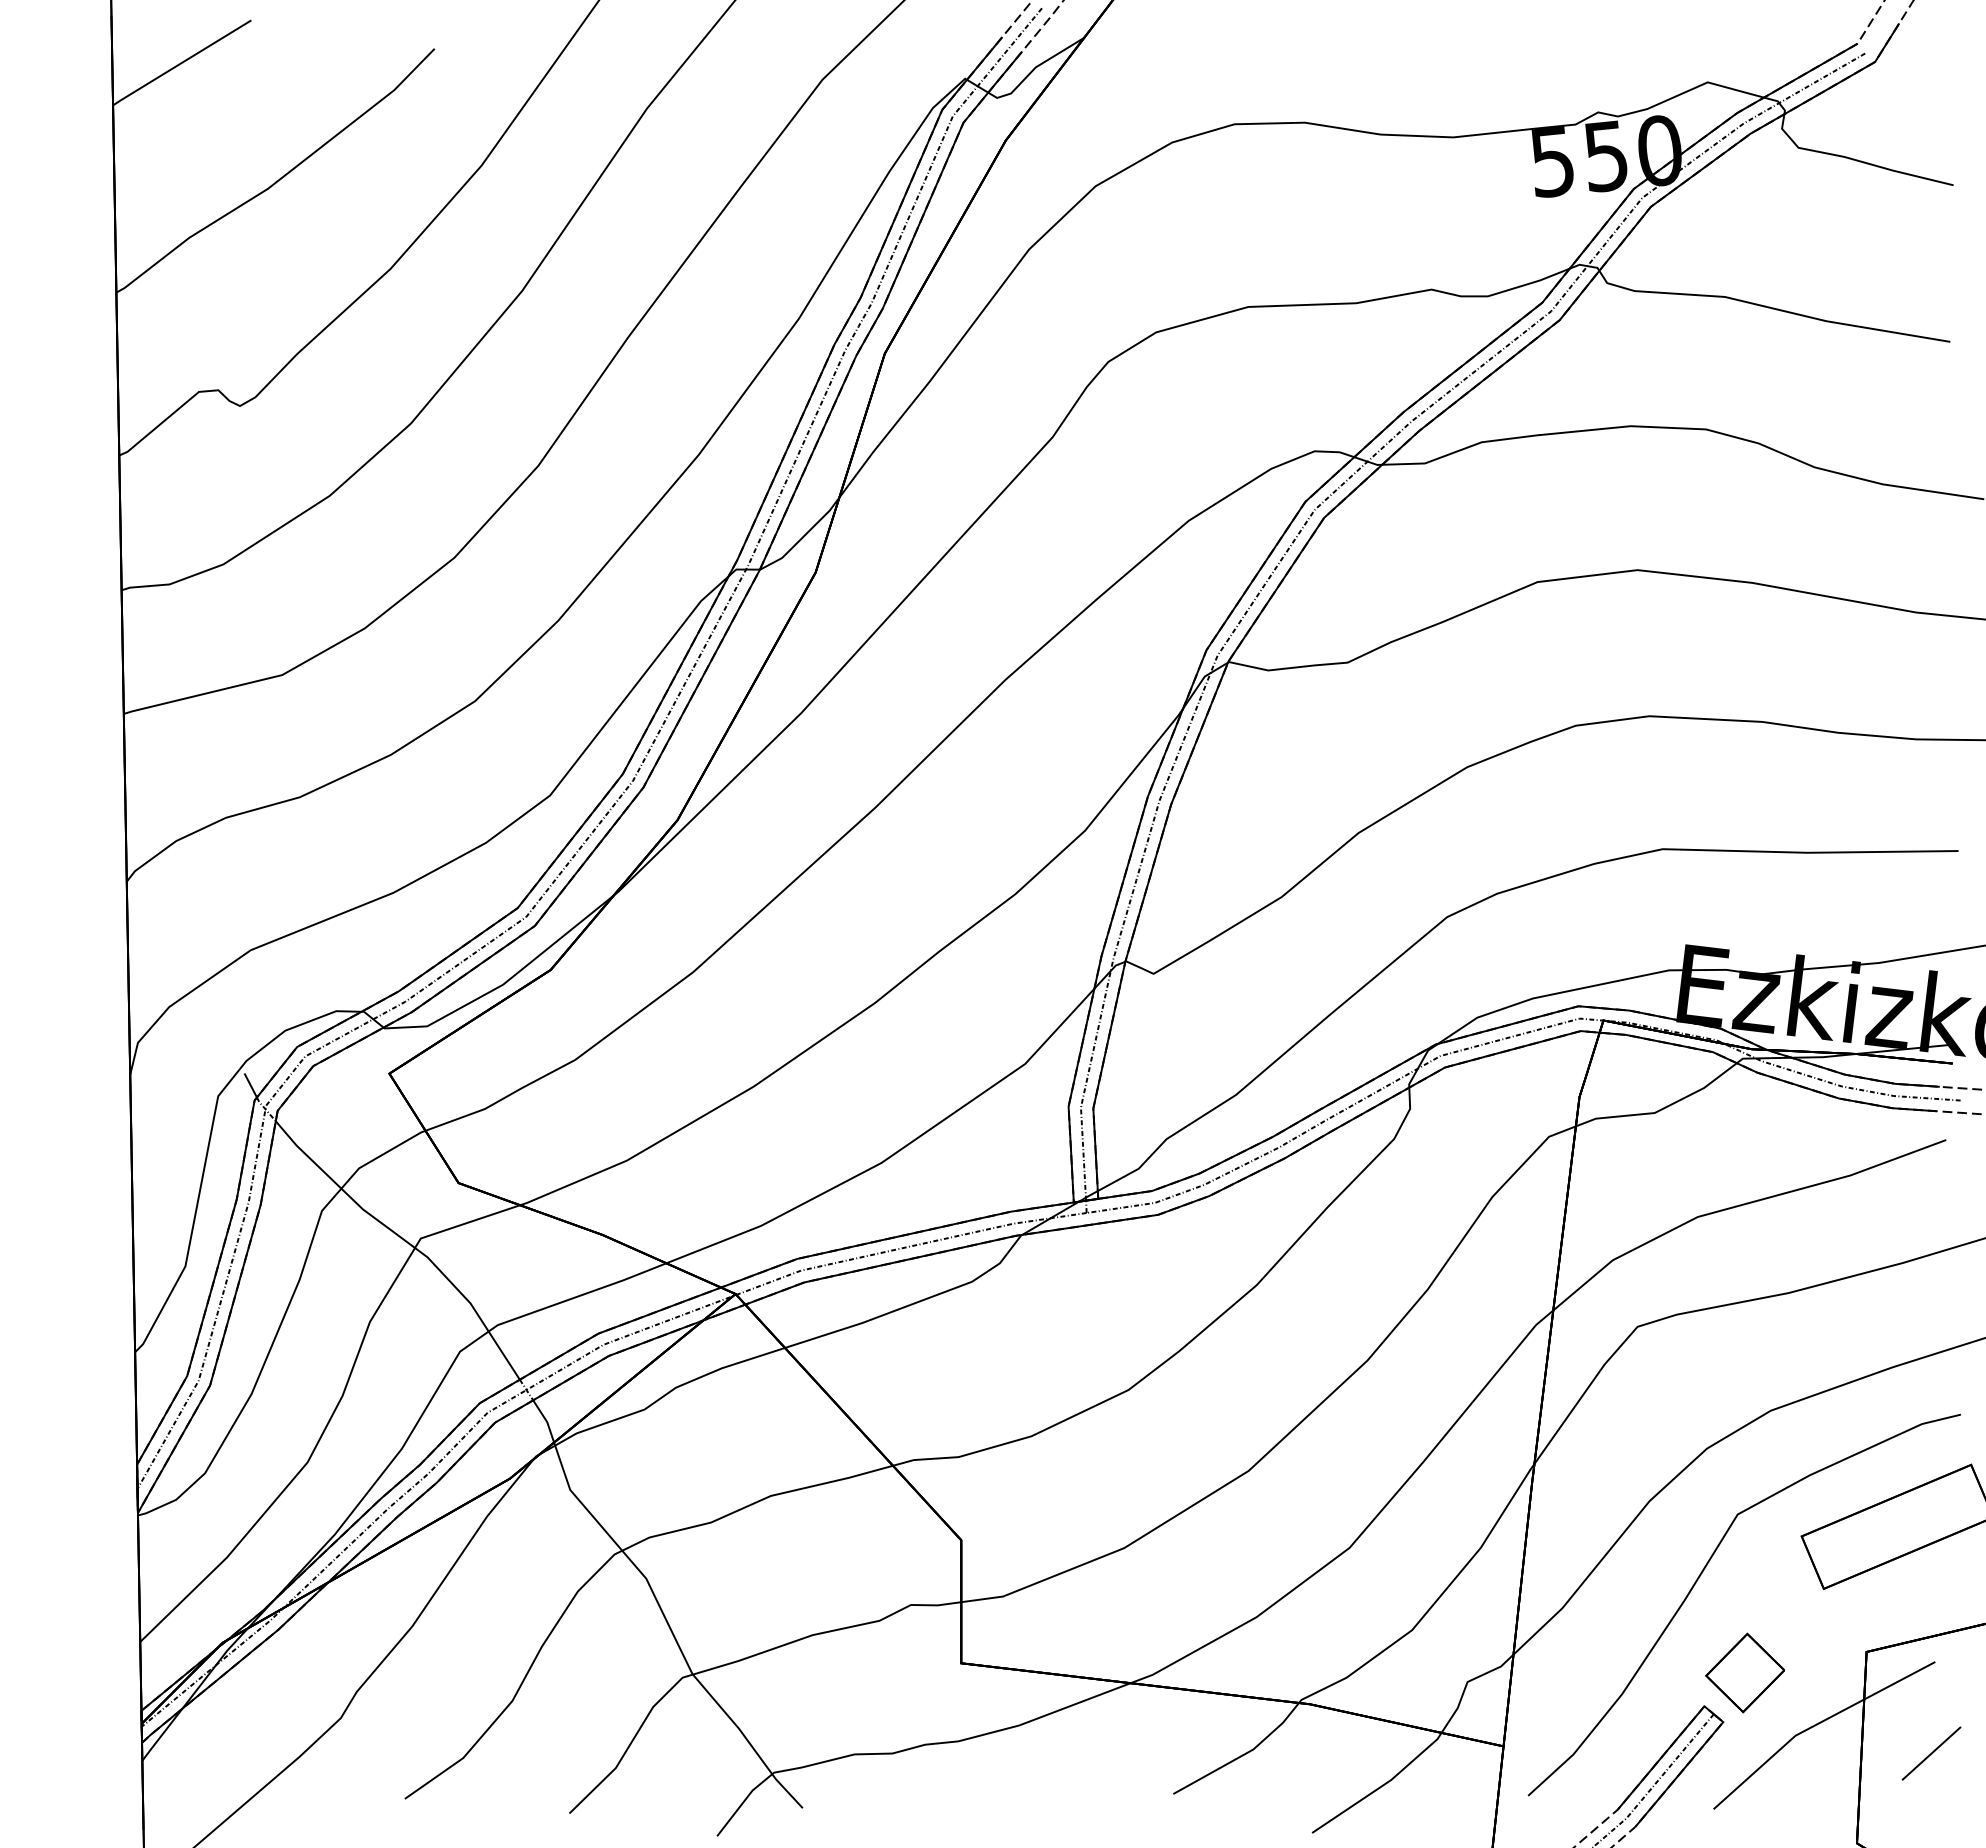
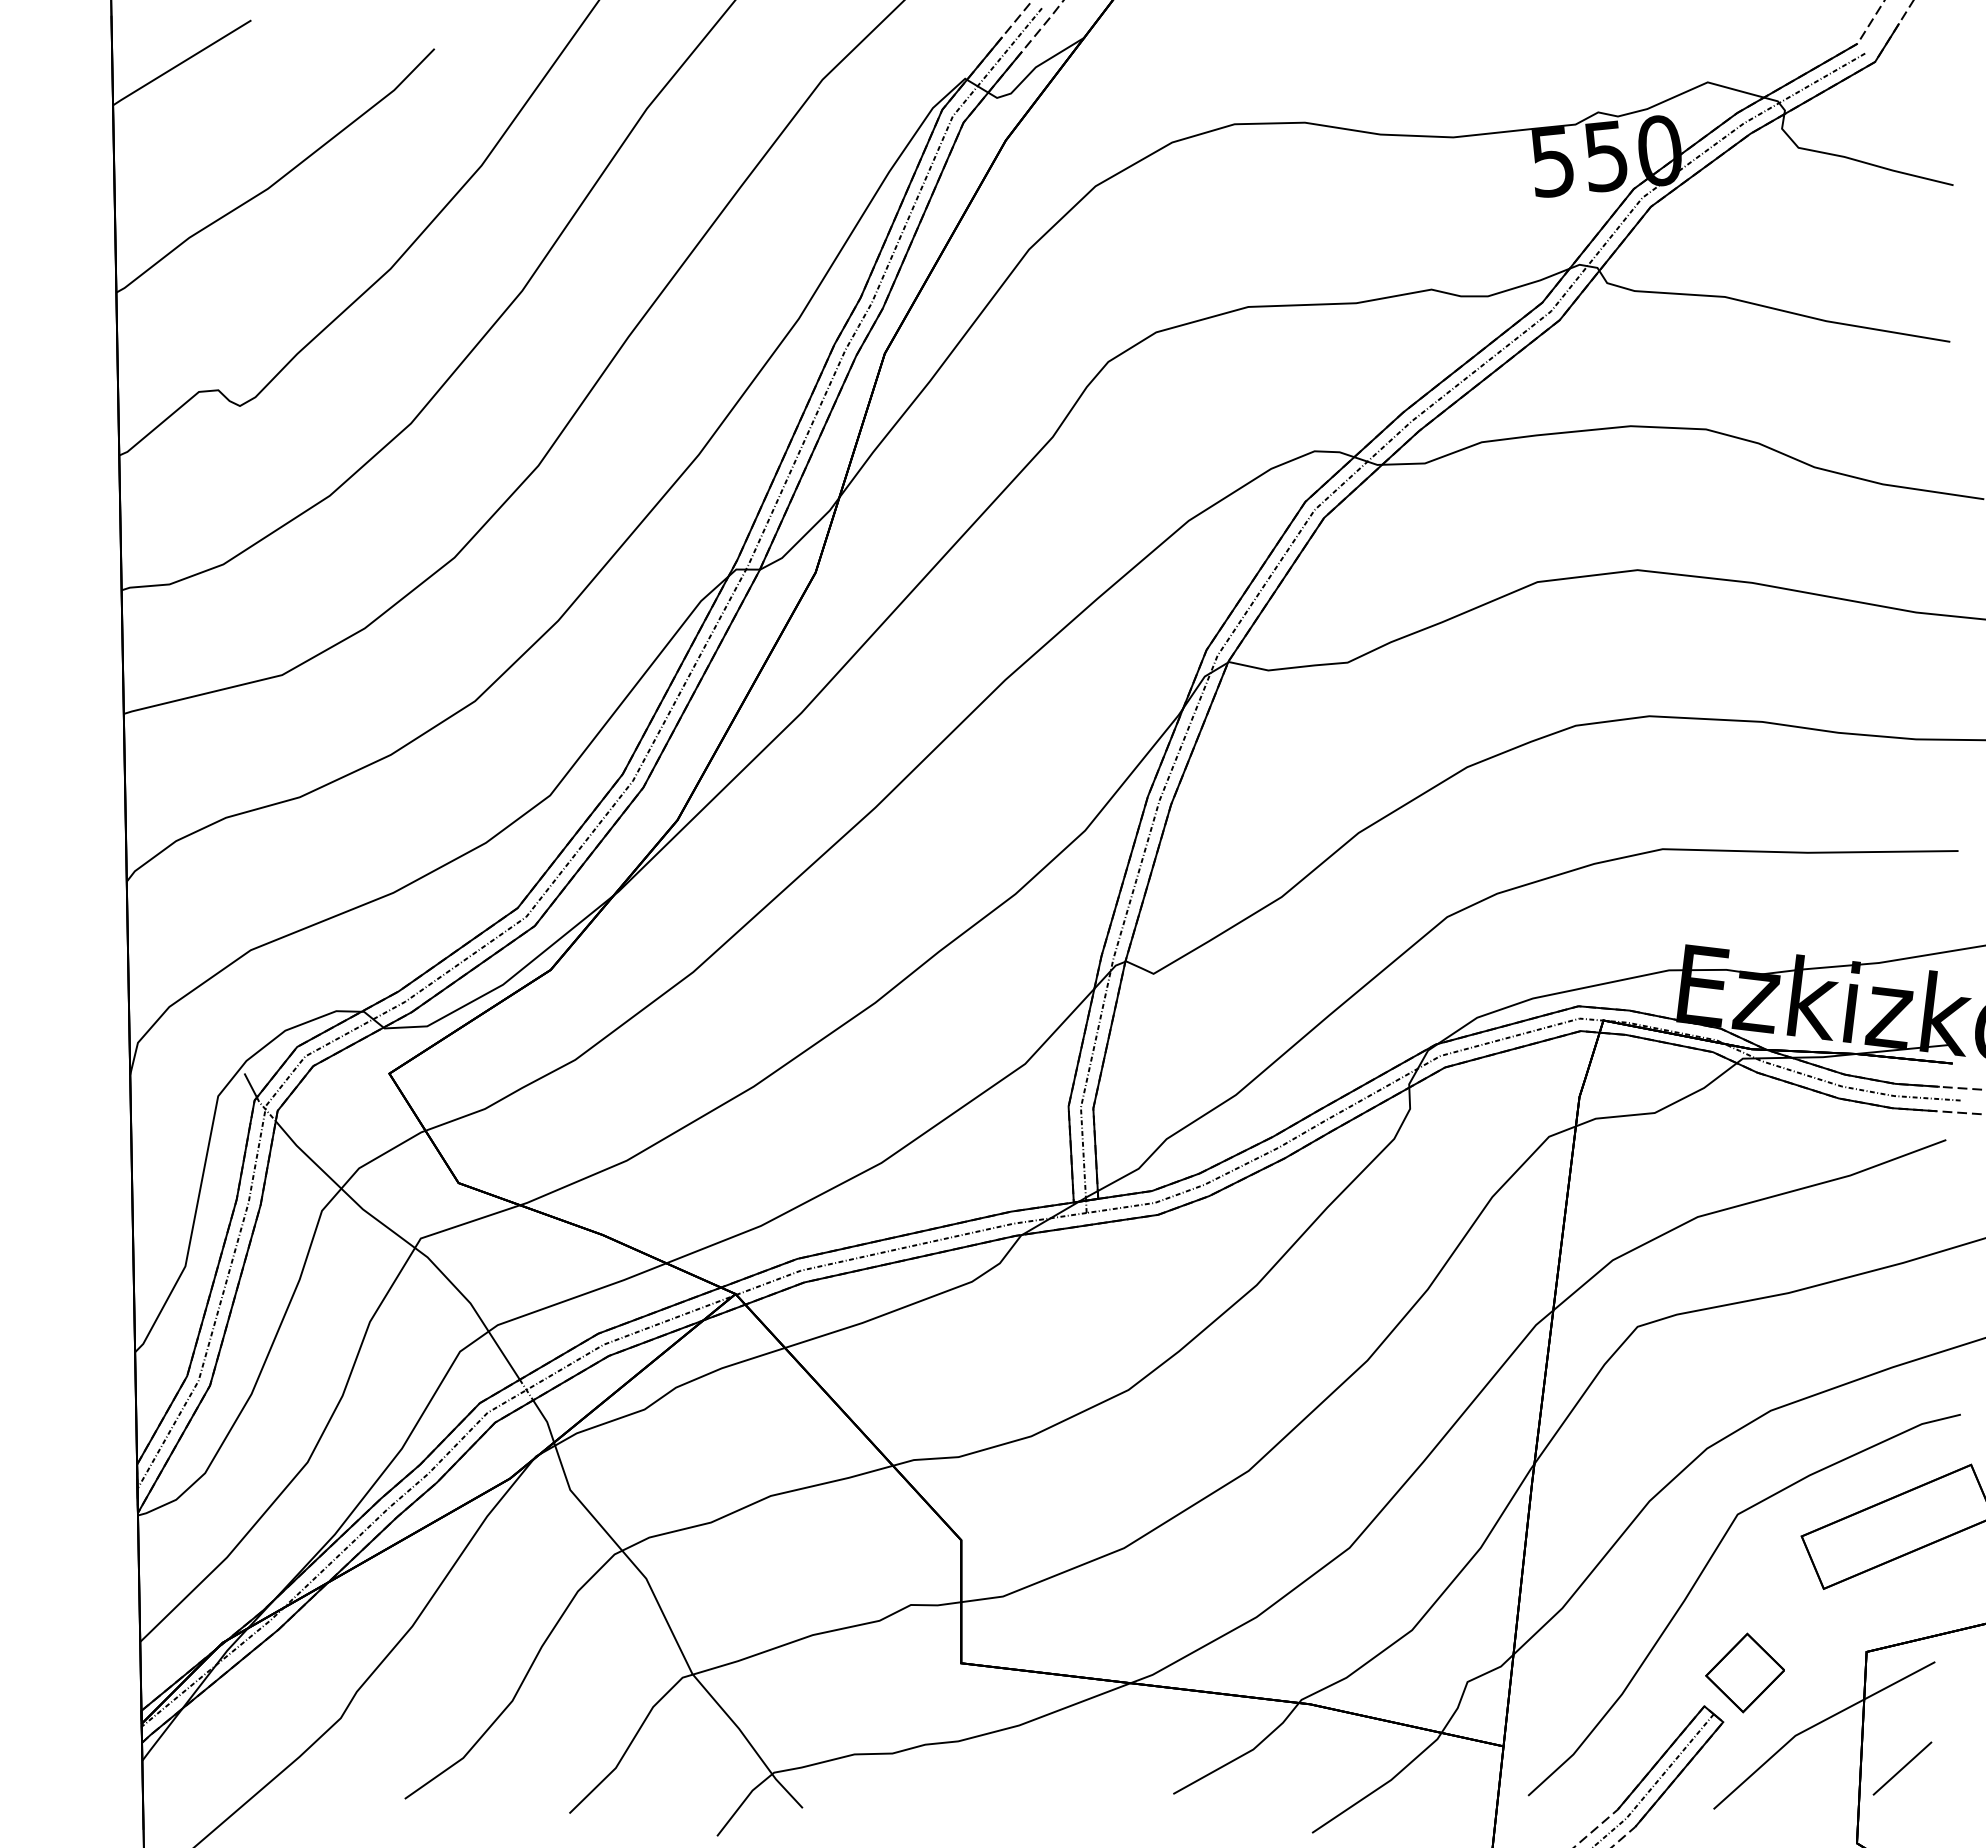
line at (1931, 1753) position: (1931, 1753) -> (1902, 1768)
